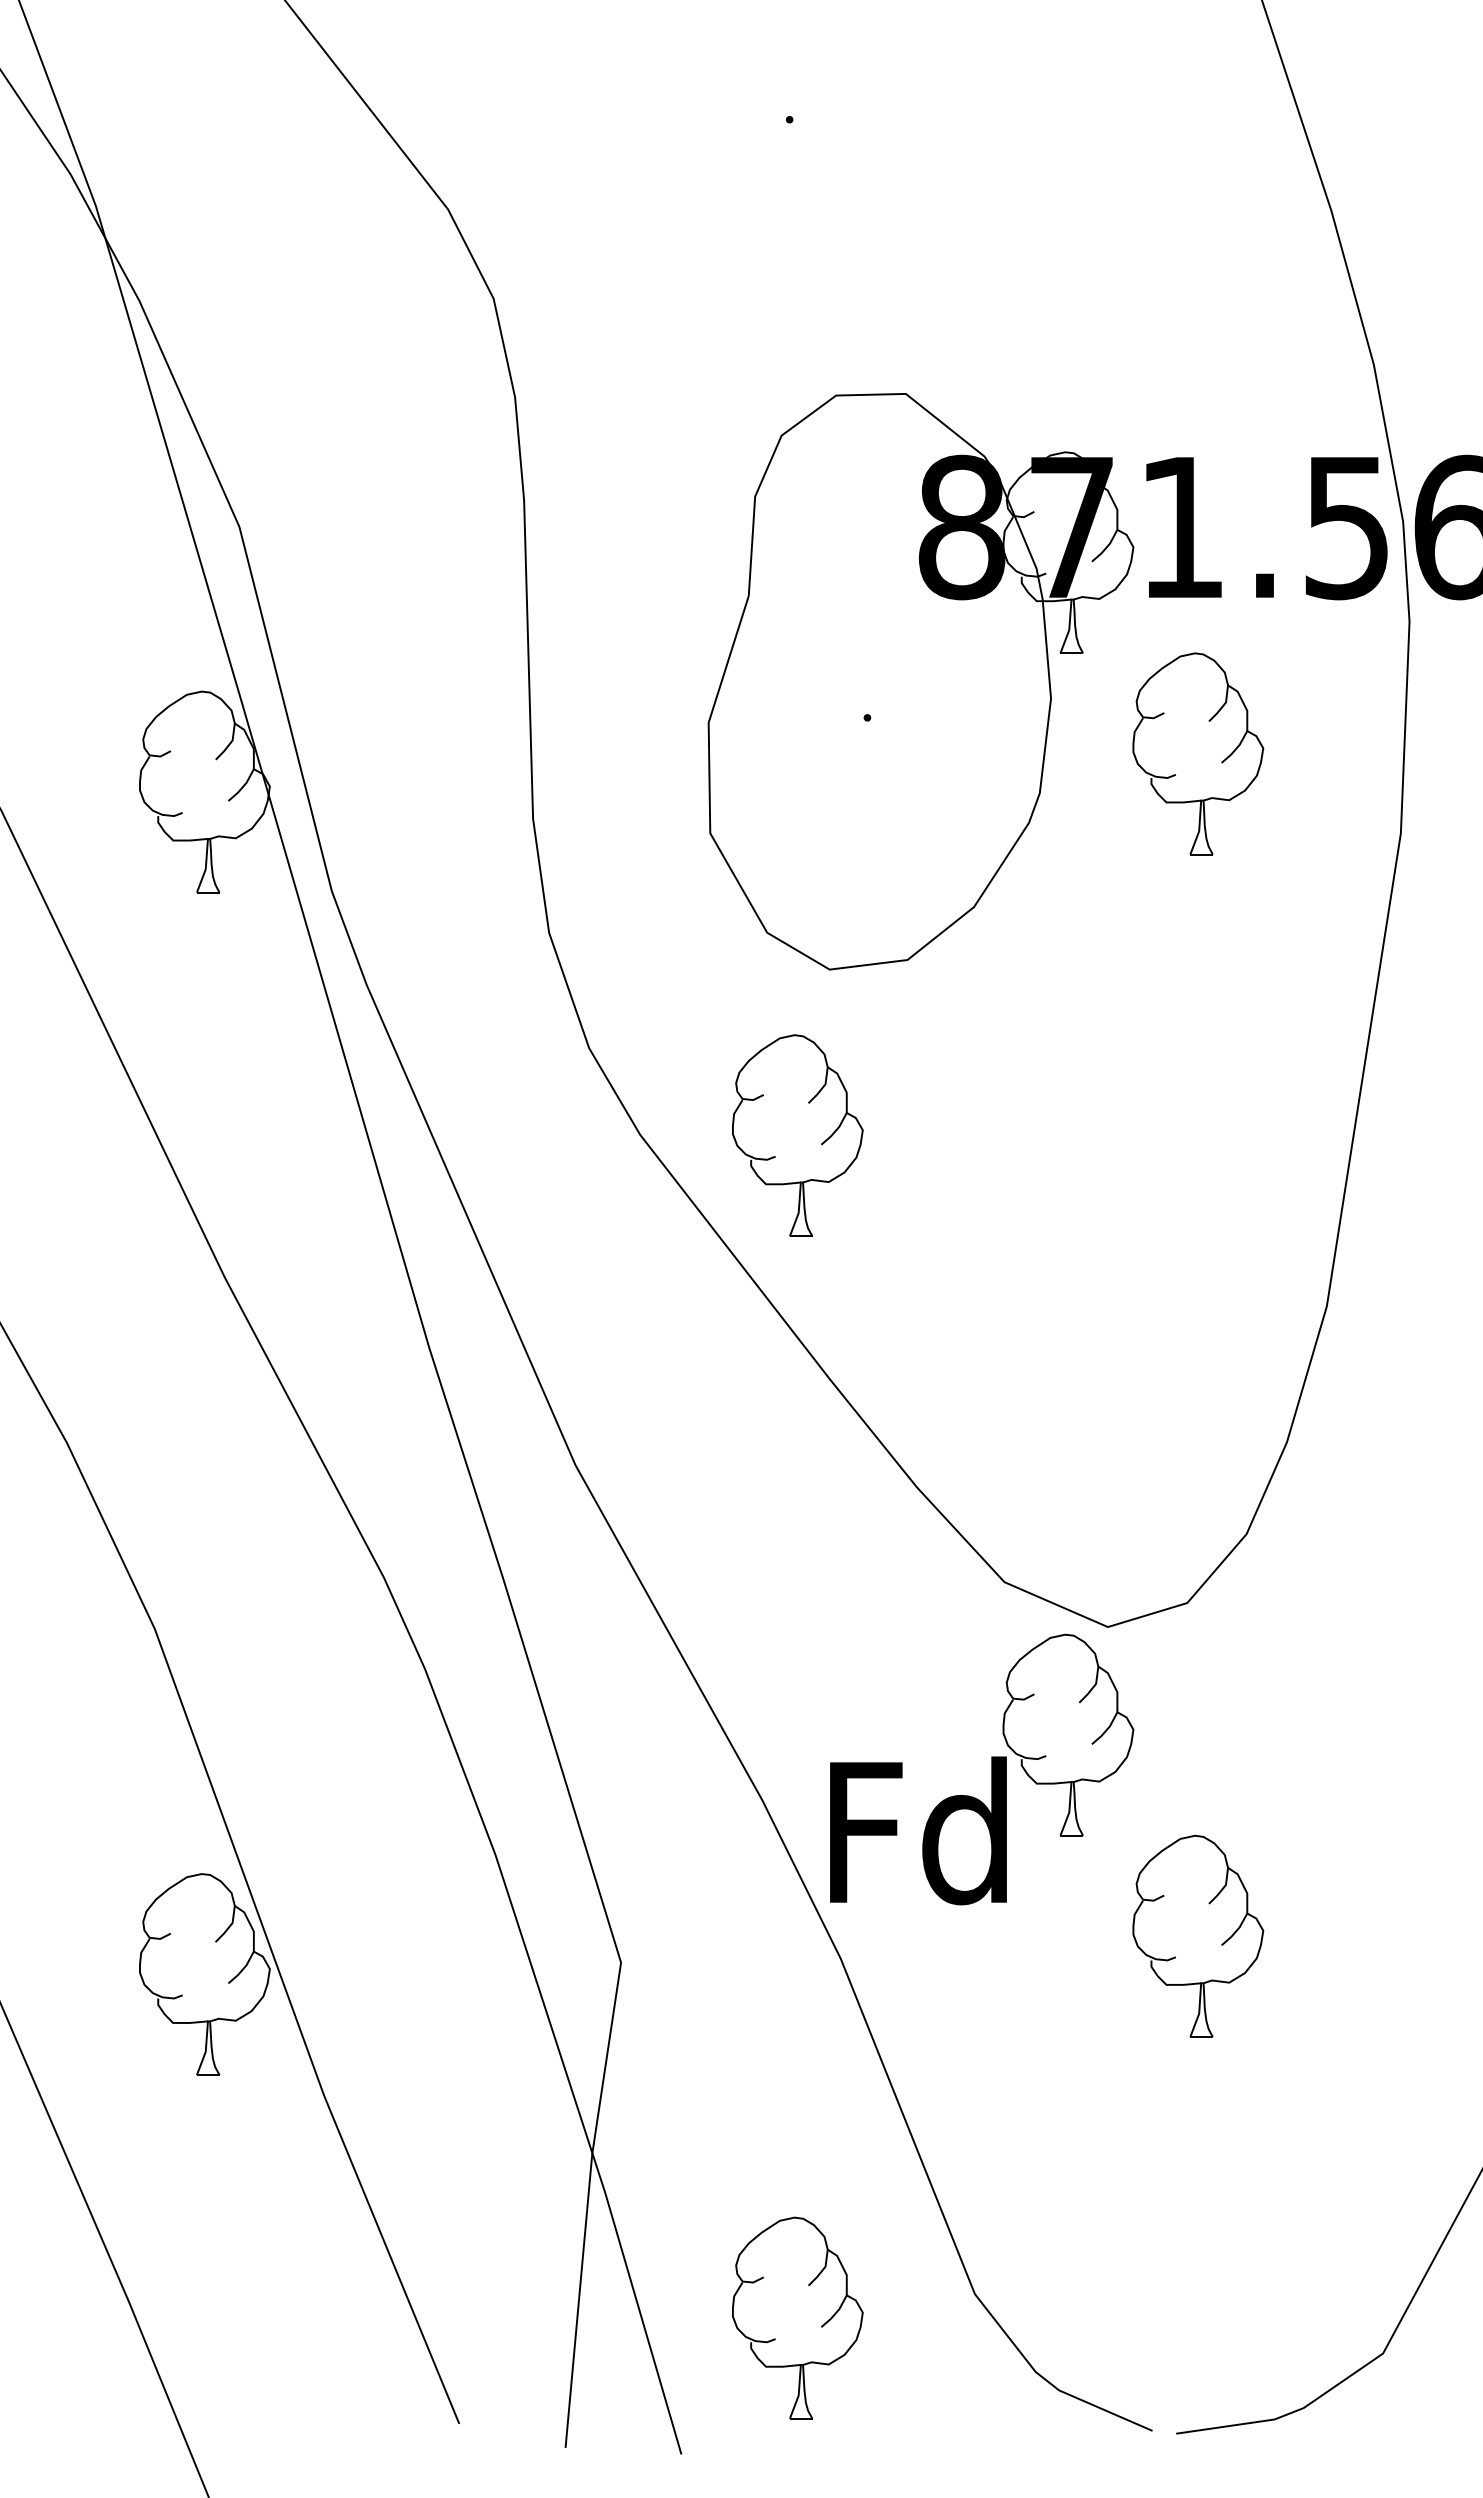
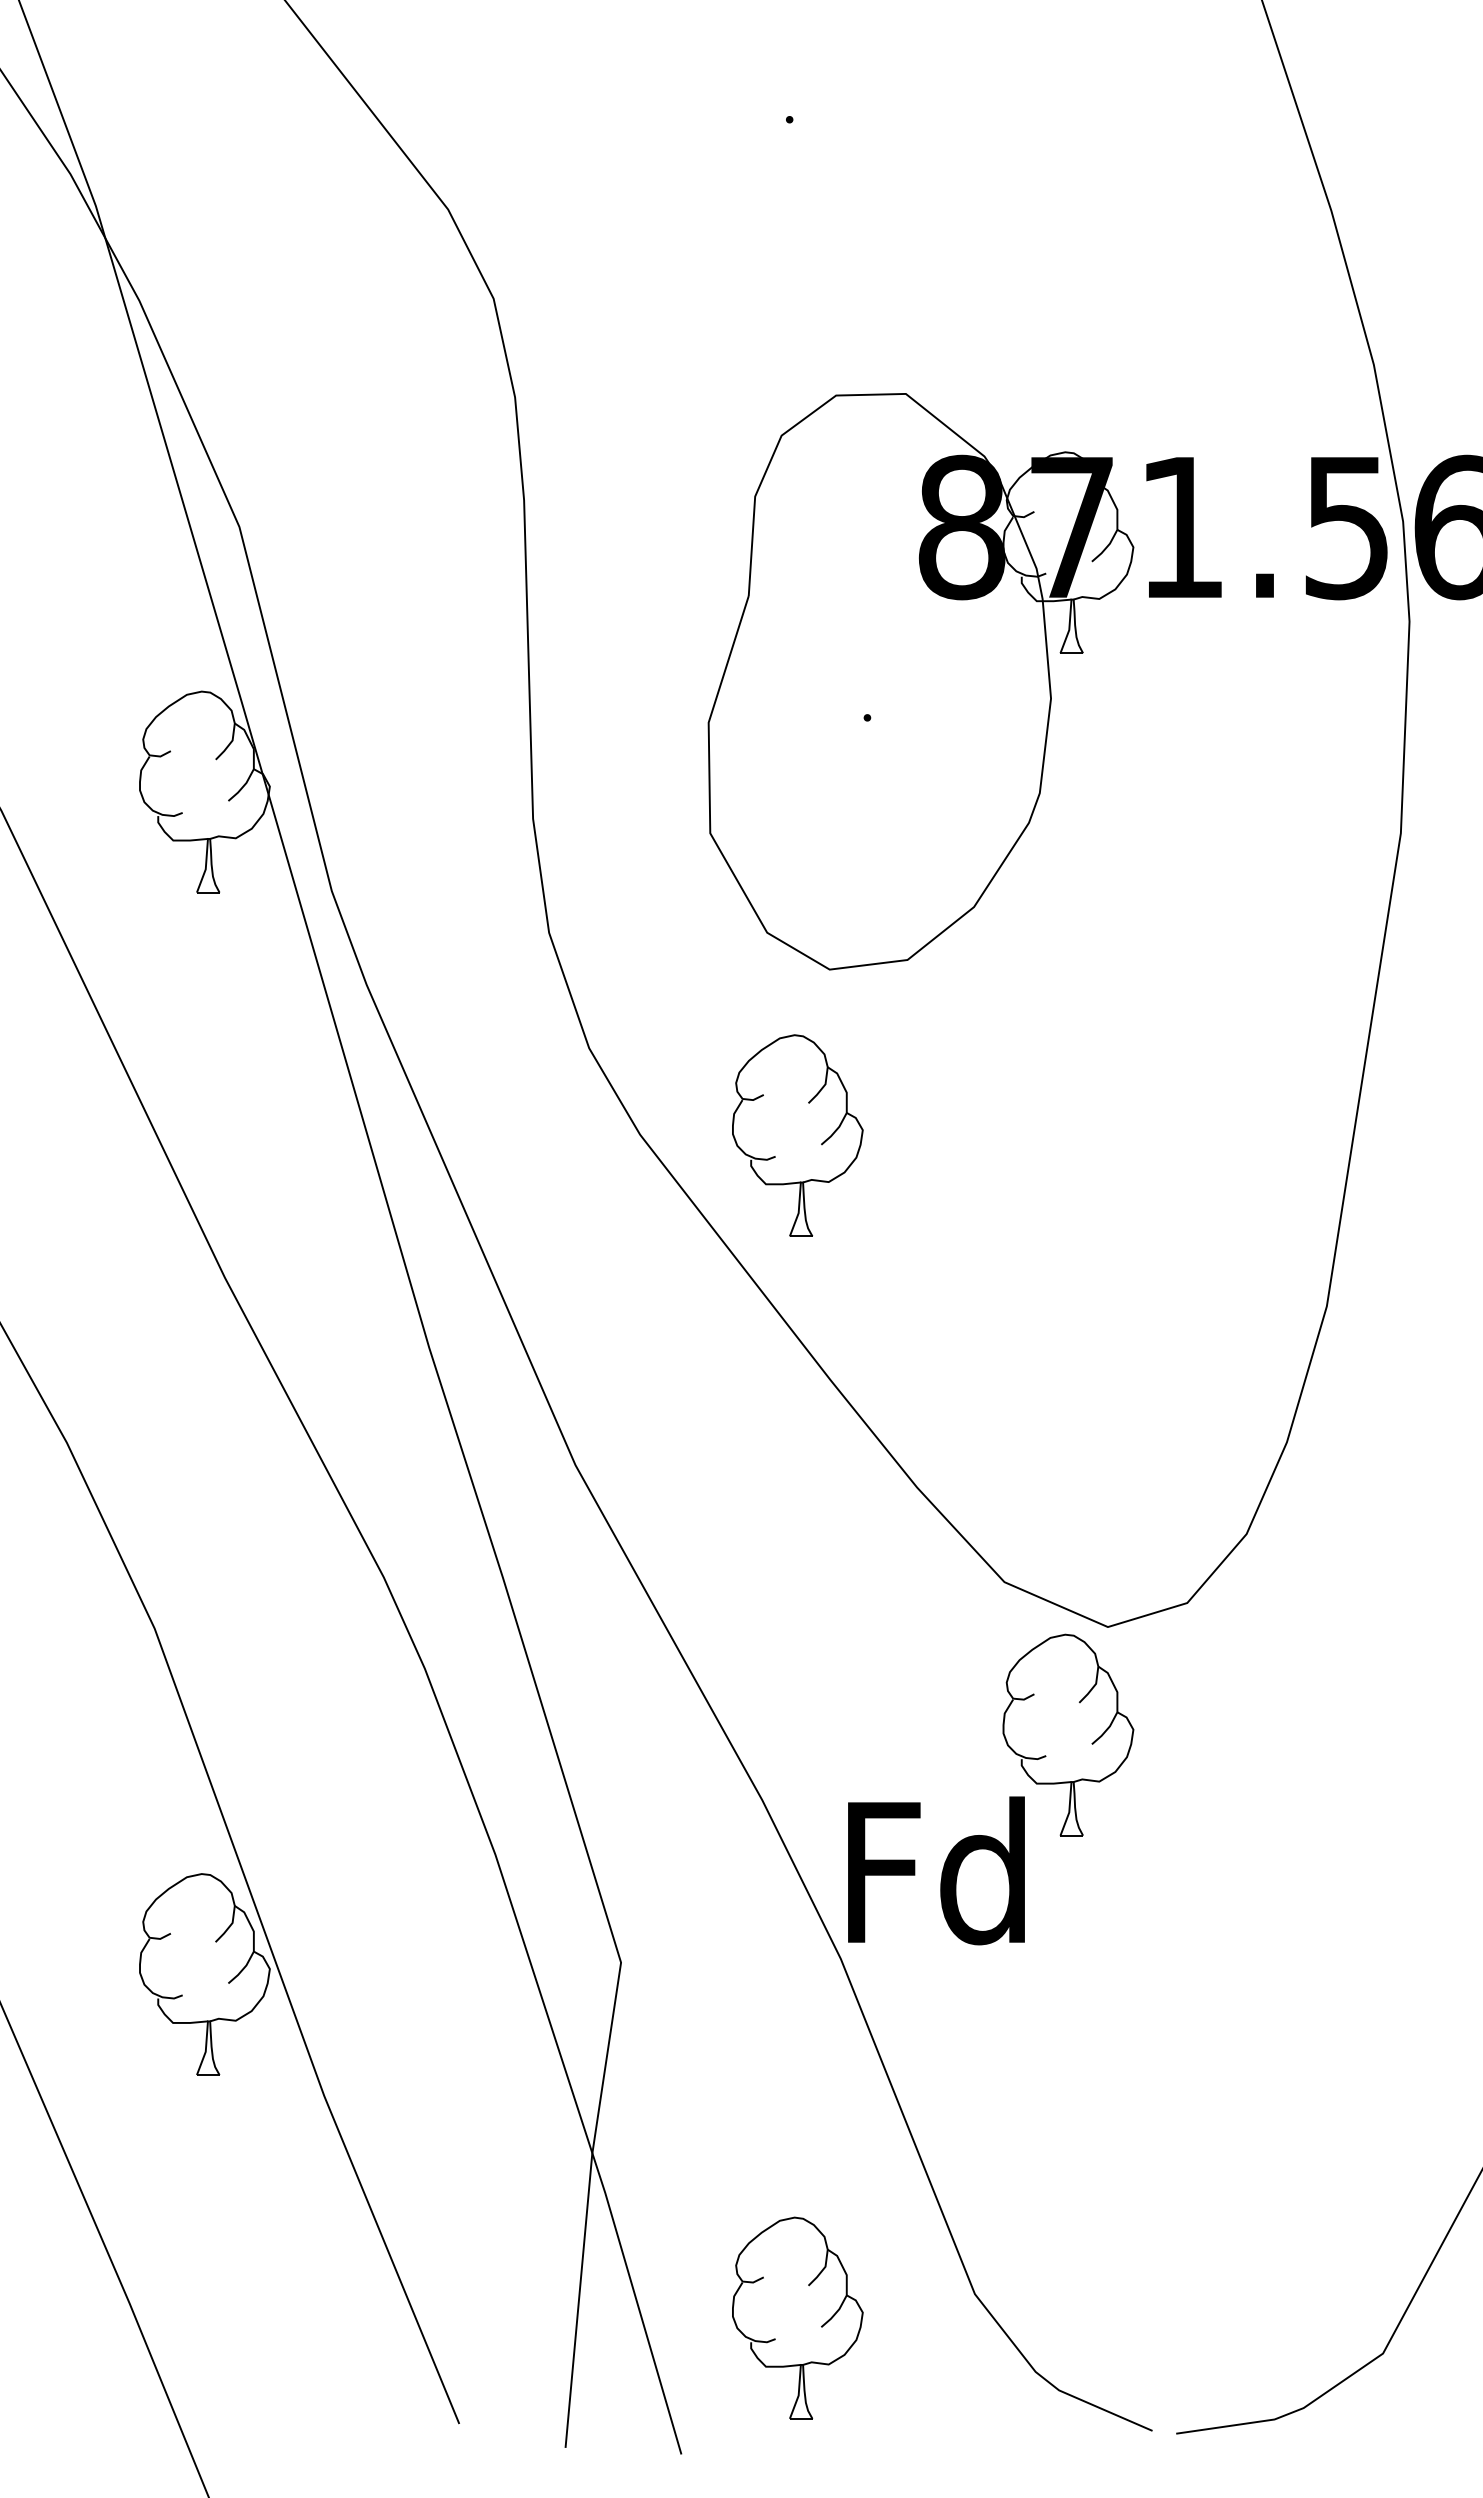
part at (1221, 761): present -> none
text at (918, 1830) position: (918, 1830) -> (936, 1870)
part at (1198, 1935): present -> none
